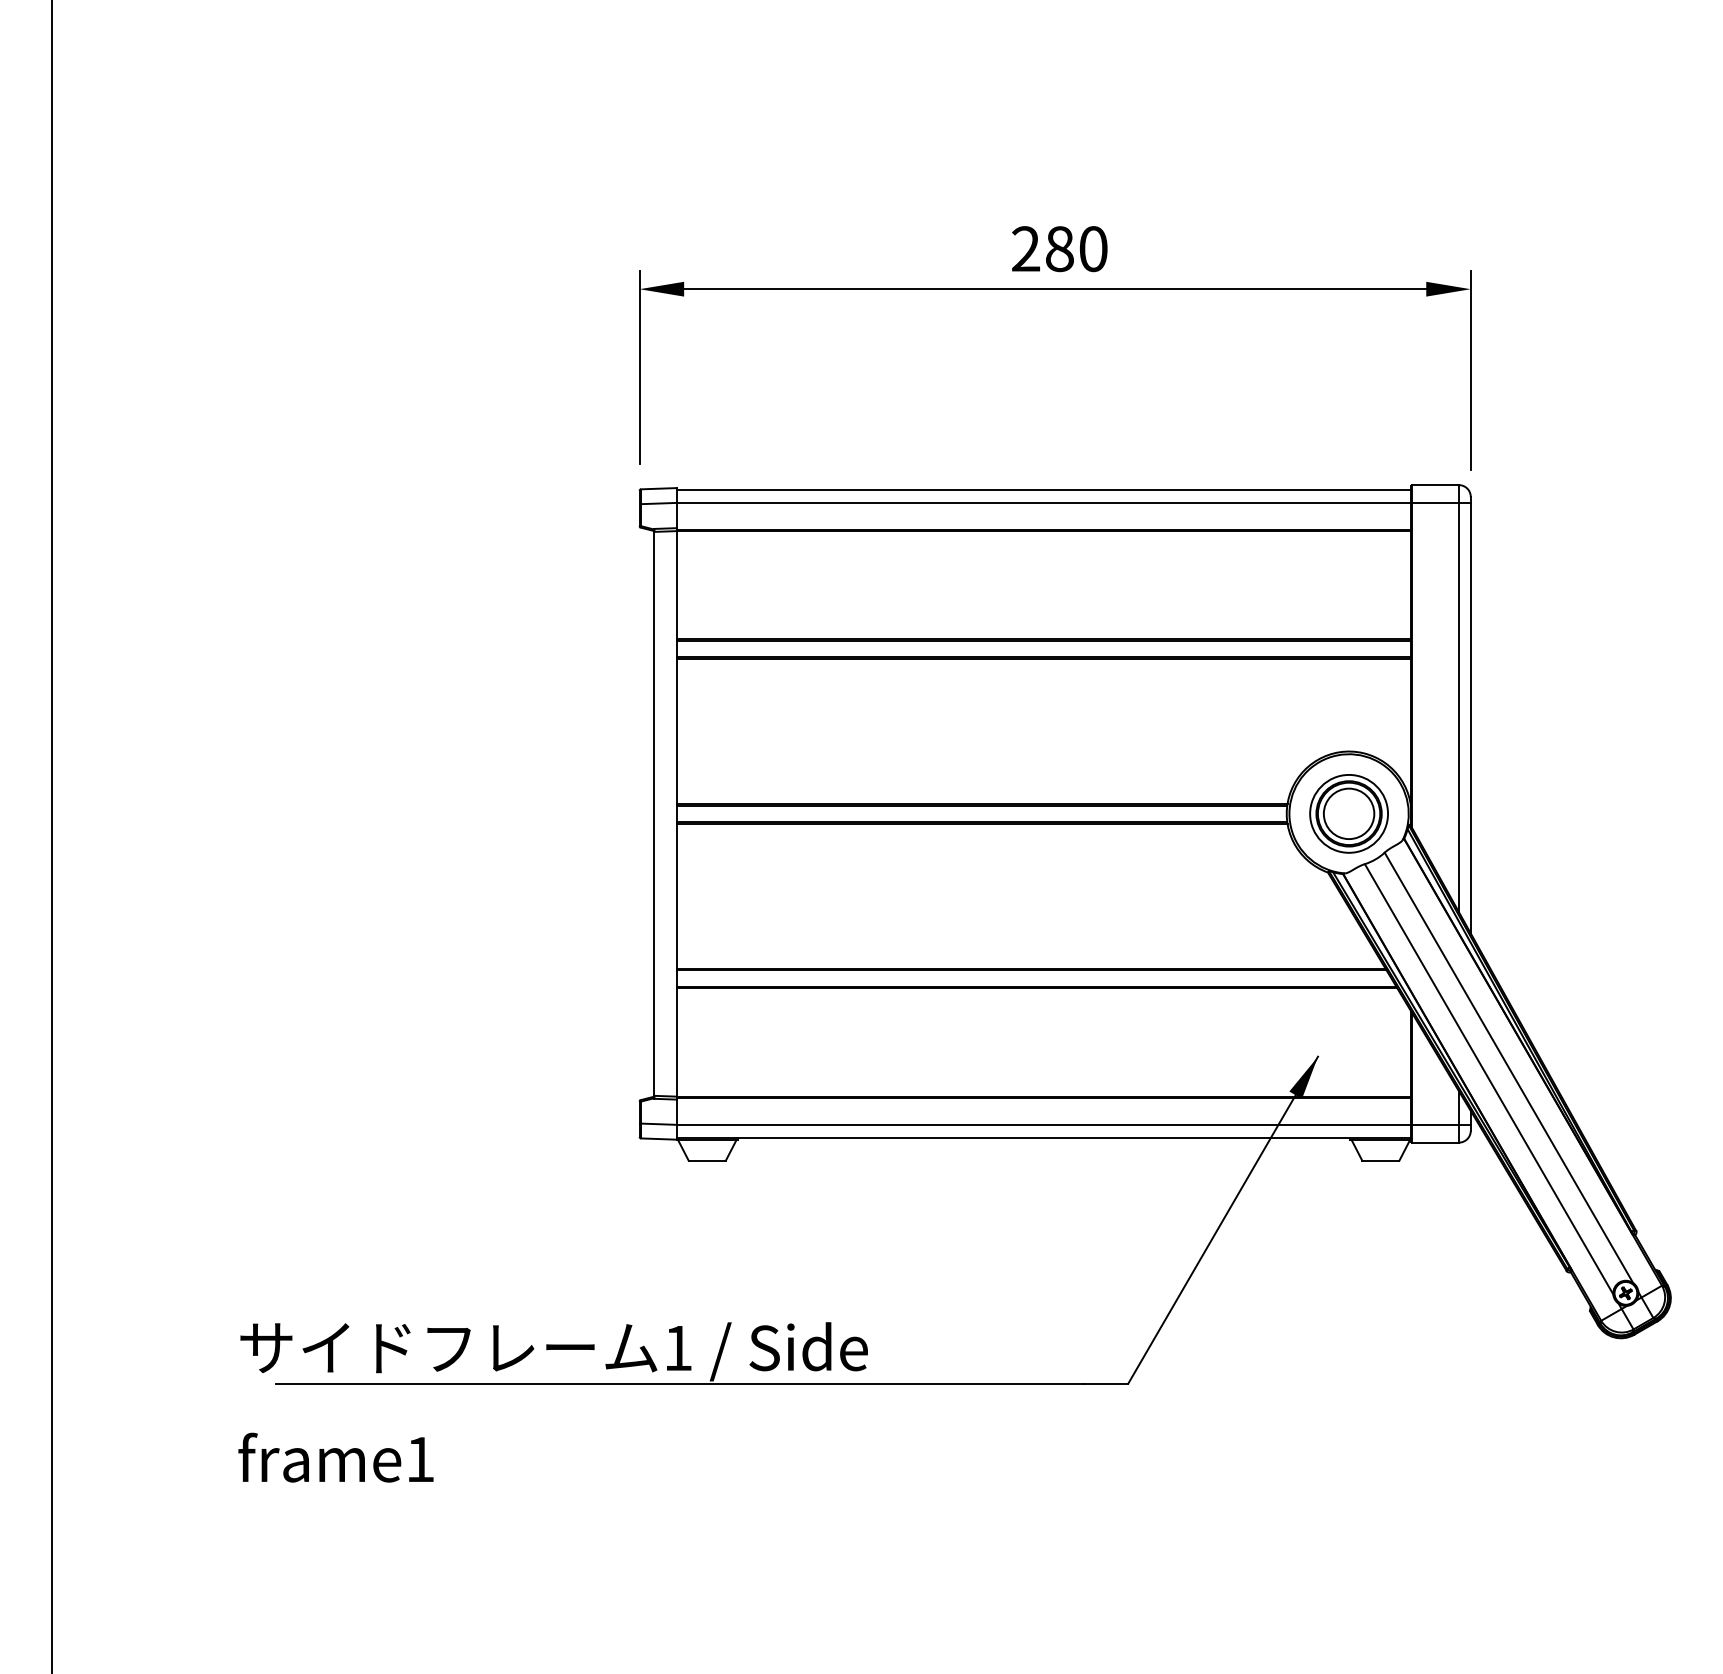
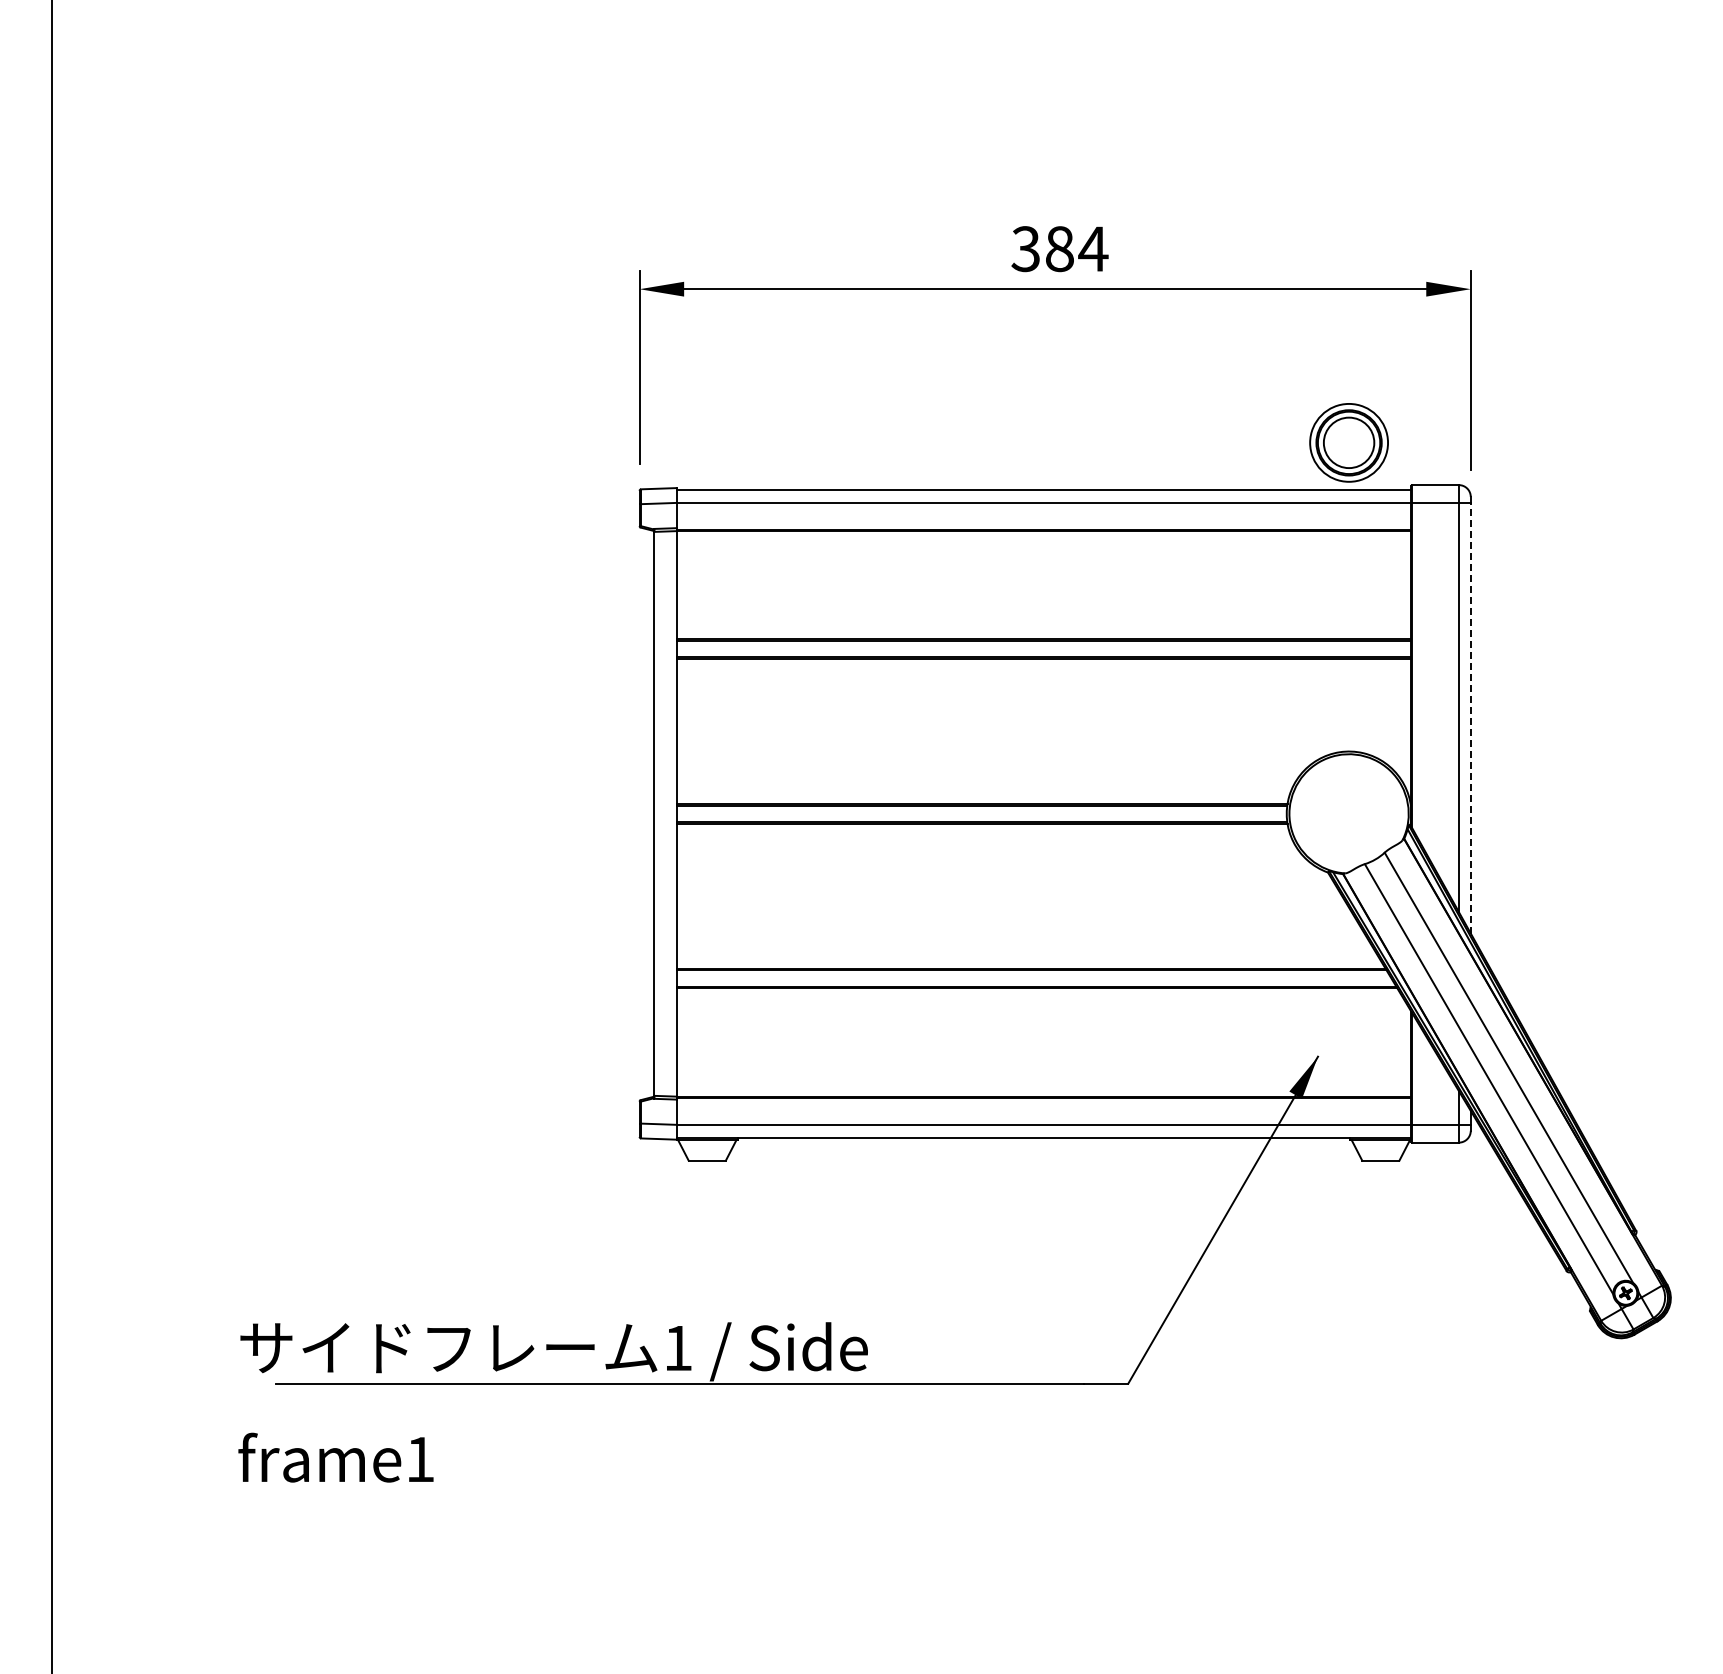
text at (1059, 249): 280 -> 384
line at (1470, 717): solid -> dashed
part at (1348, 813) position: (1348, 813) -> (1348, 442)
